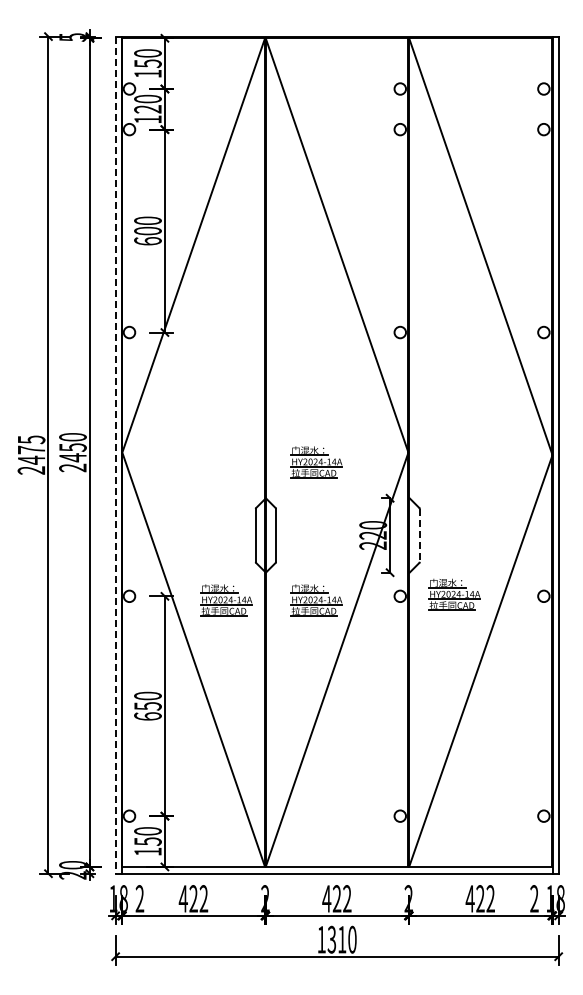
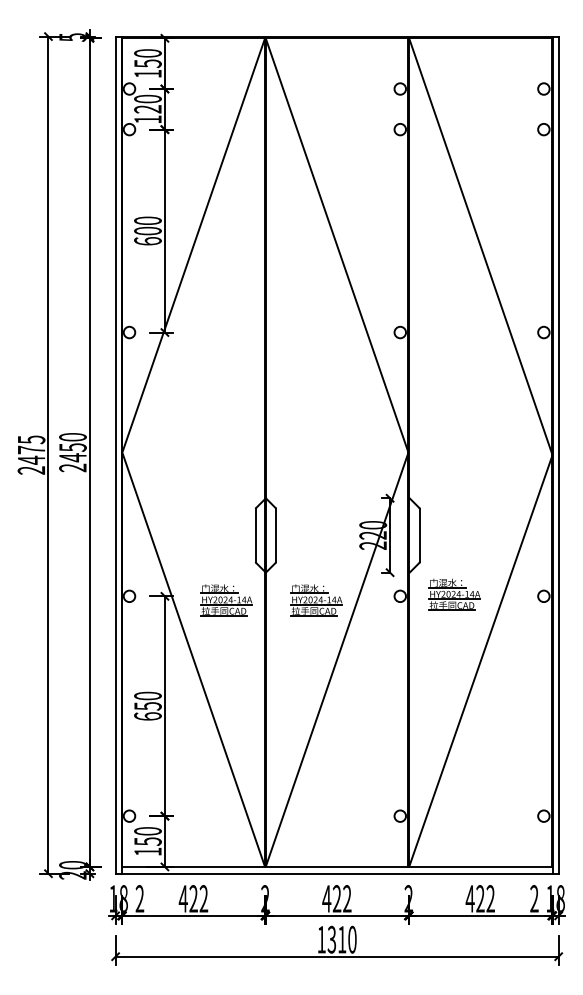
line at (115, 455): dashed -> solid
part at (316, 462): present -> none
line at (419, 535): dashed -> solid
